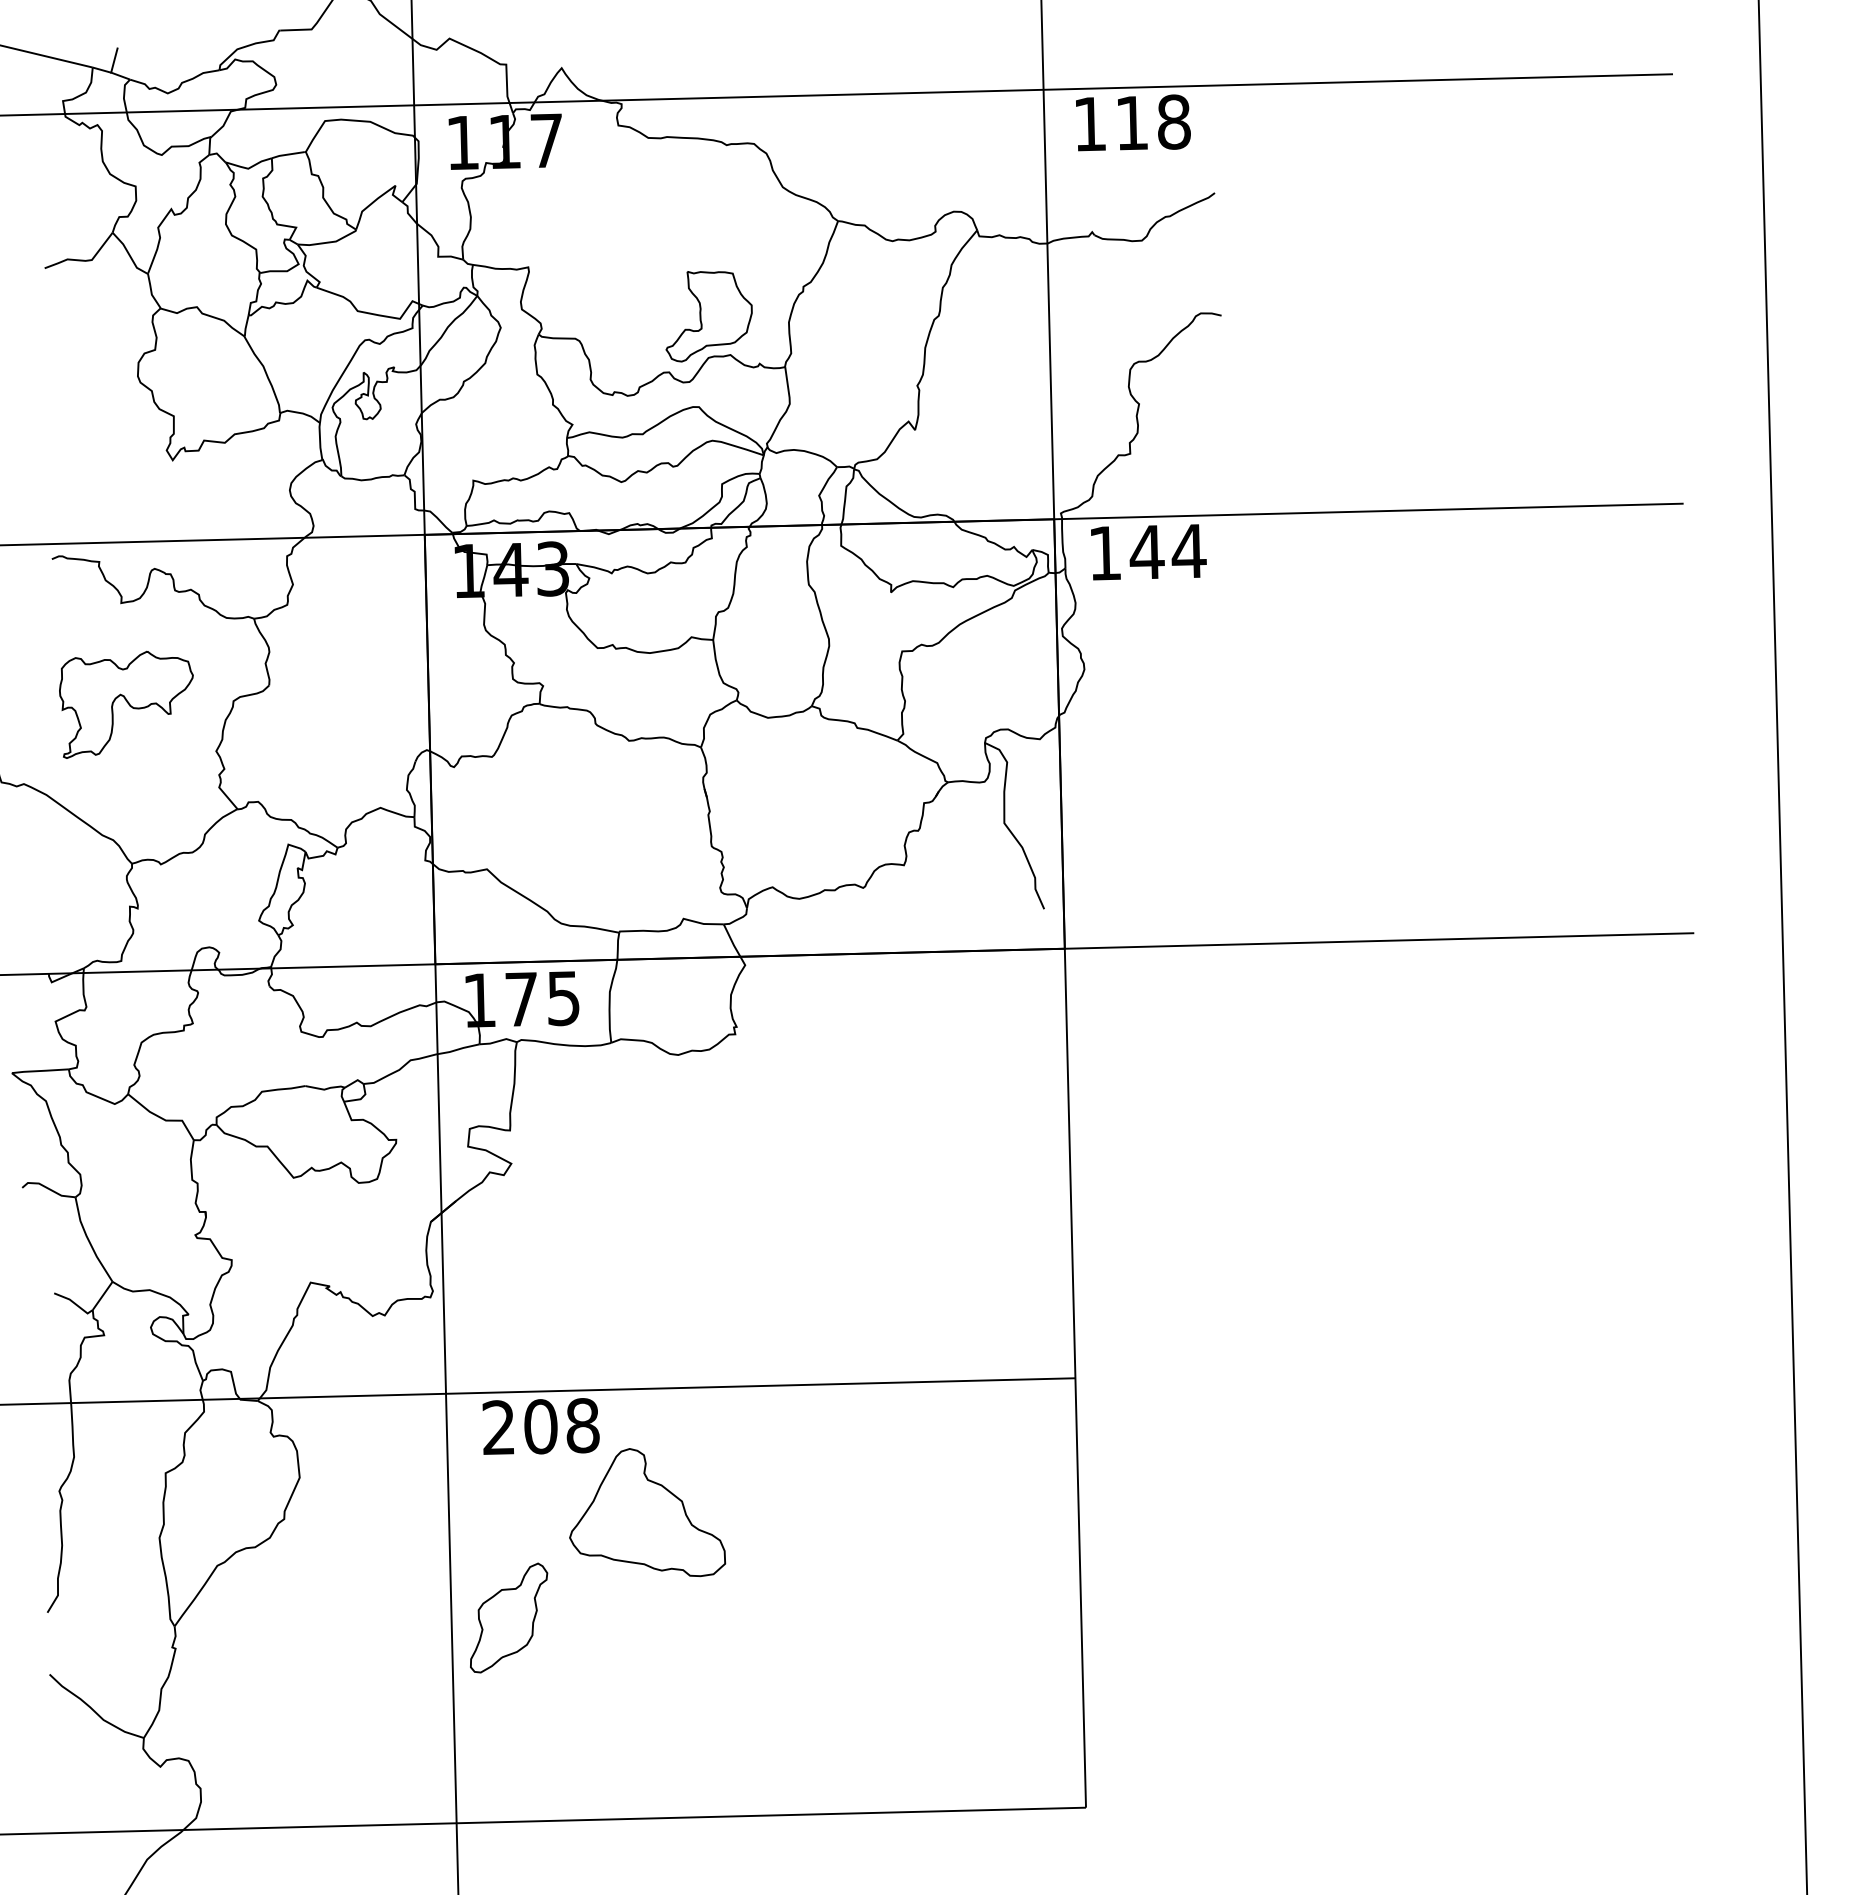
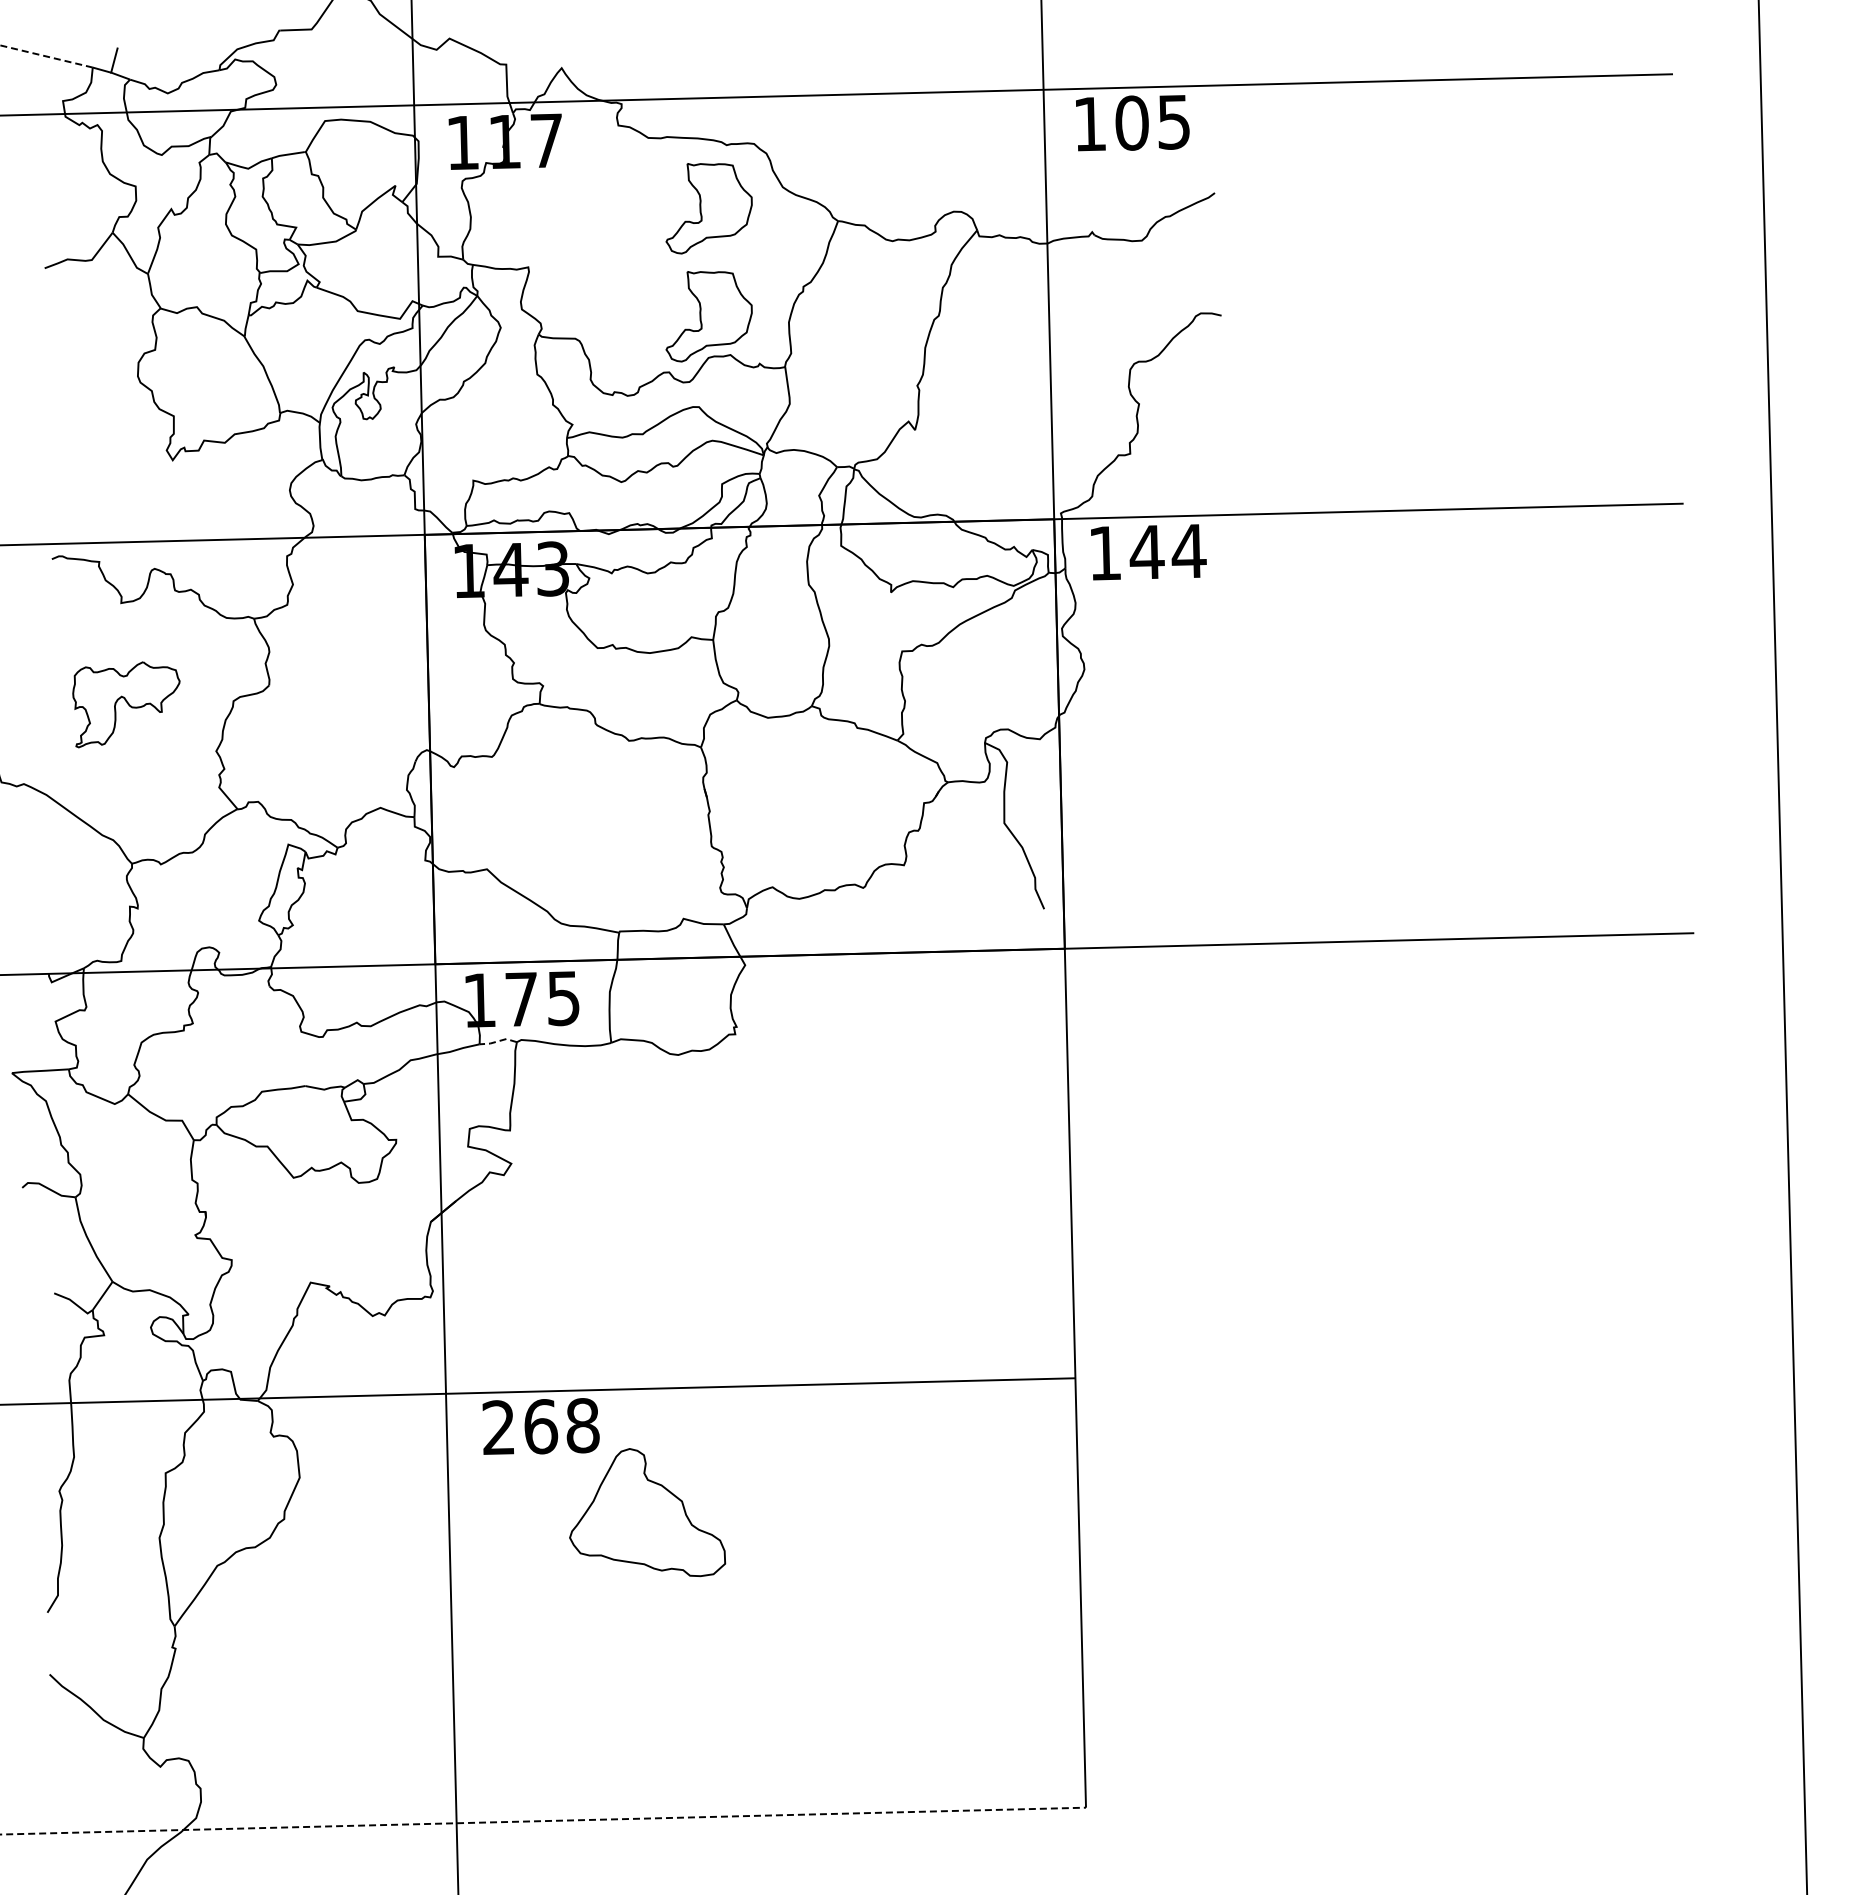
line at (46, 56): solid -> dashed
text at (1152, 122): 118 -> 105
part at (708, 208): none -> present
part at (126, 704) size: 135x109 px -> 109x88 px
line at (498, 1041): solid -> dashed
text at (541, 1426): 208 -> 268
part at (509, 1617): present -> none
line at (543, 1821): solid -> dashed
